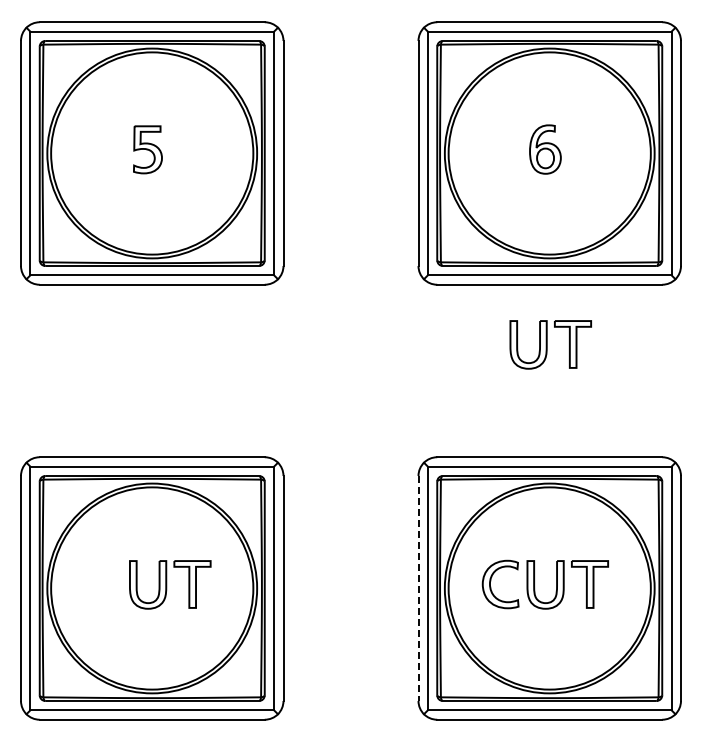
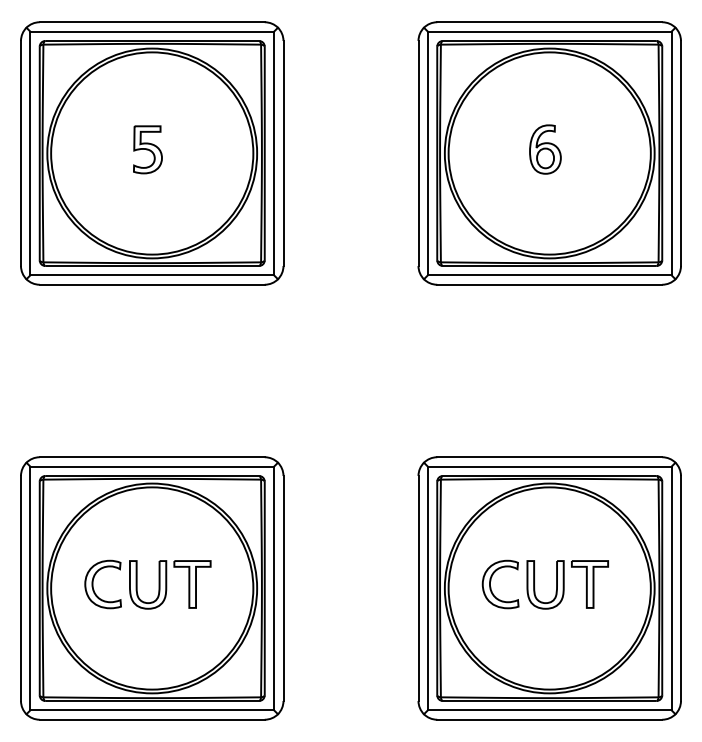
part at (550, 344): present -> none
part at (93, 584): none -> present
line at (418, 588): dashed -> solid
